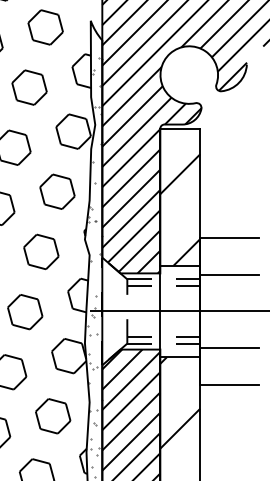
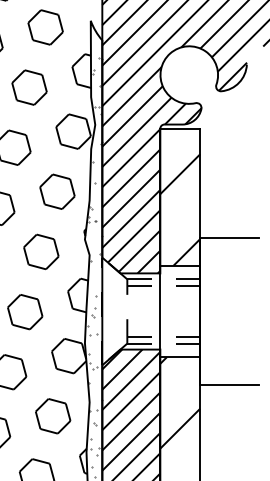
line at (229, 274): present -> none
line at (178, 311): present -> none
line at (229, 348): present -> none
